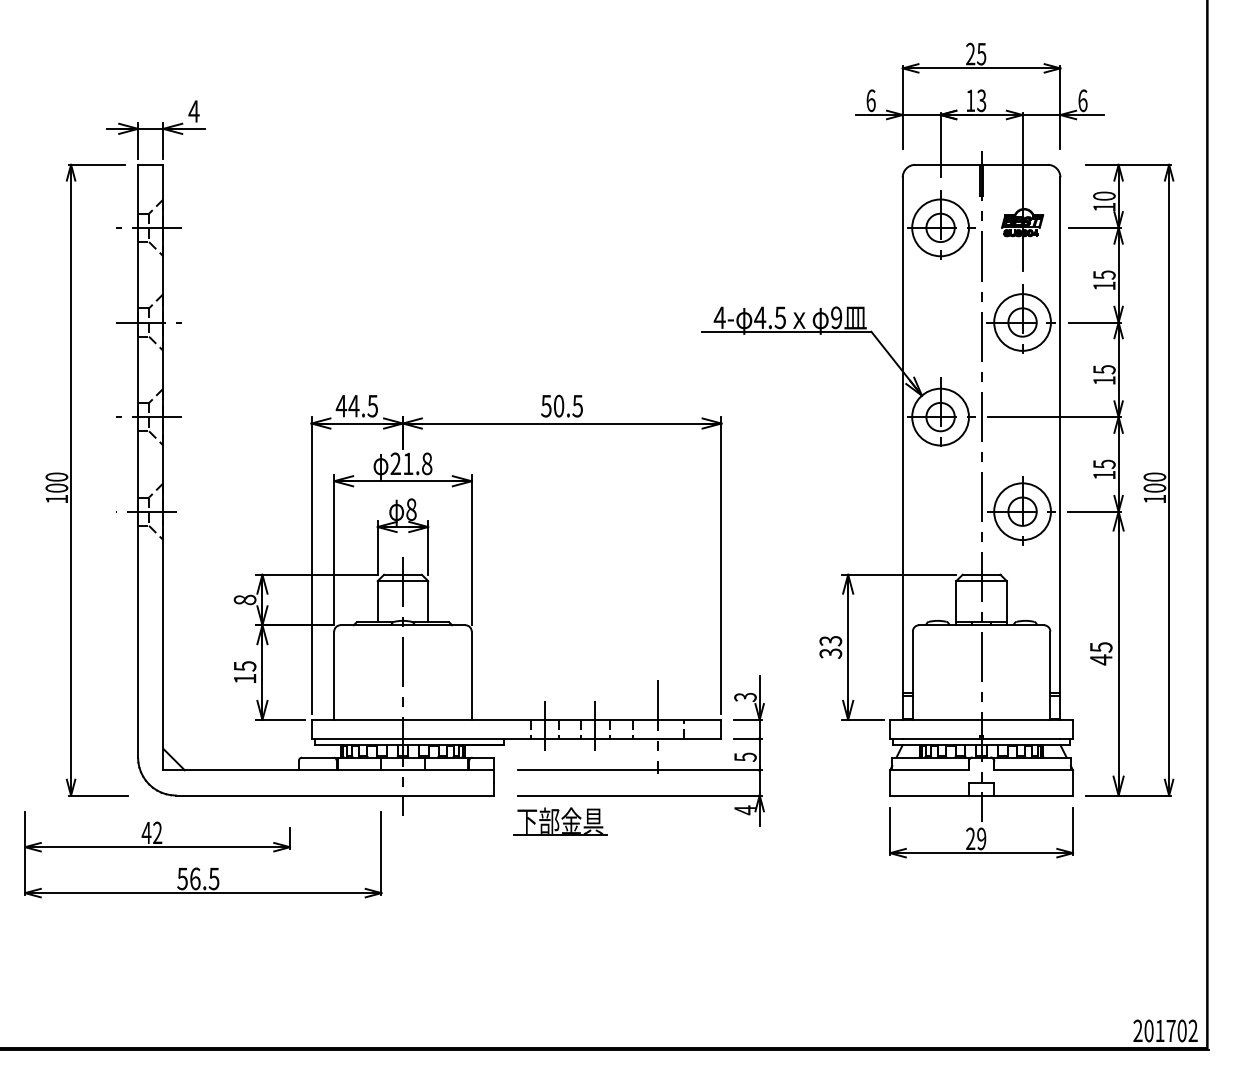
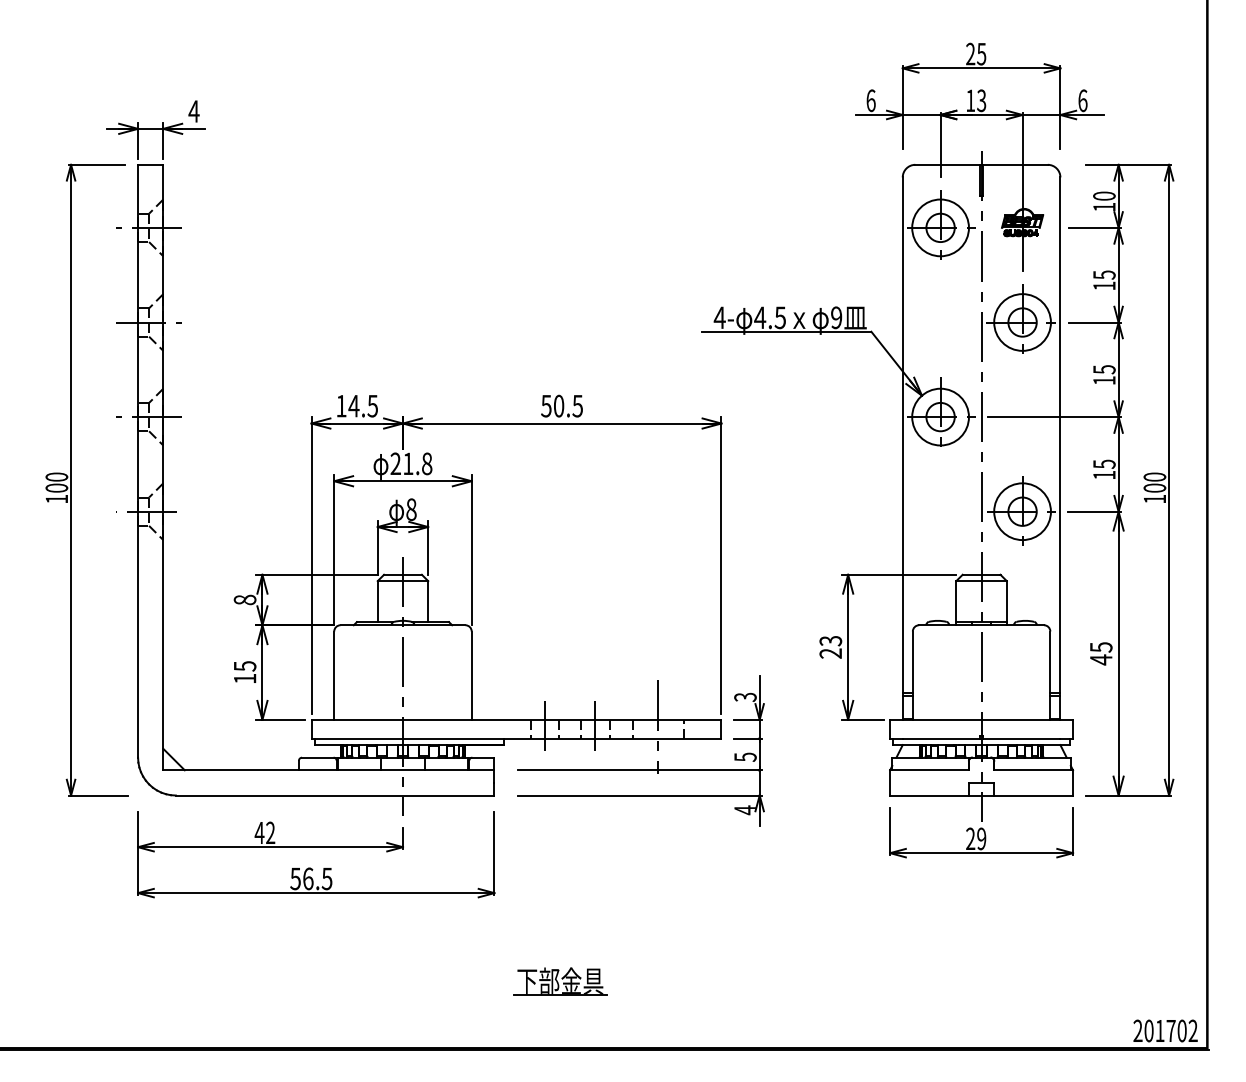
text at (341, 406): 44.5 -> 14.5
text at (831, 653): 33 -> 23
part at (560, 821) position: (560, 821) -> (560, 981)
part at (203, 847) position: (203, 847) -> (316, 847)
